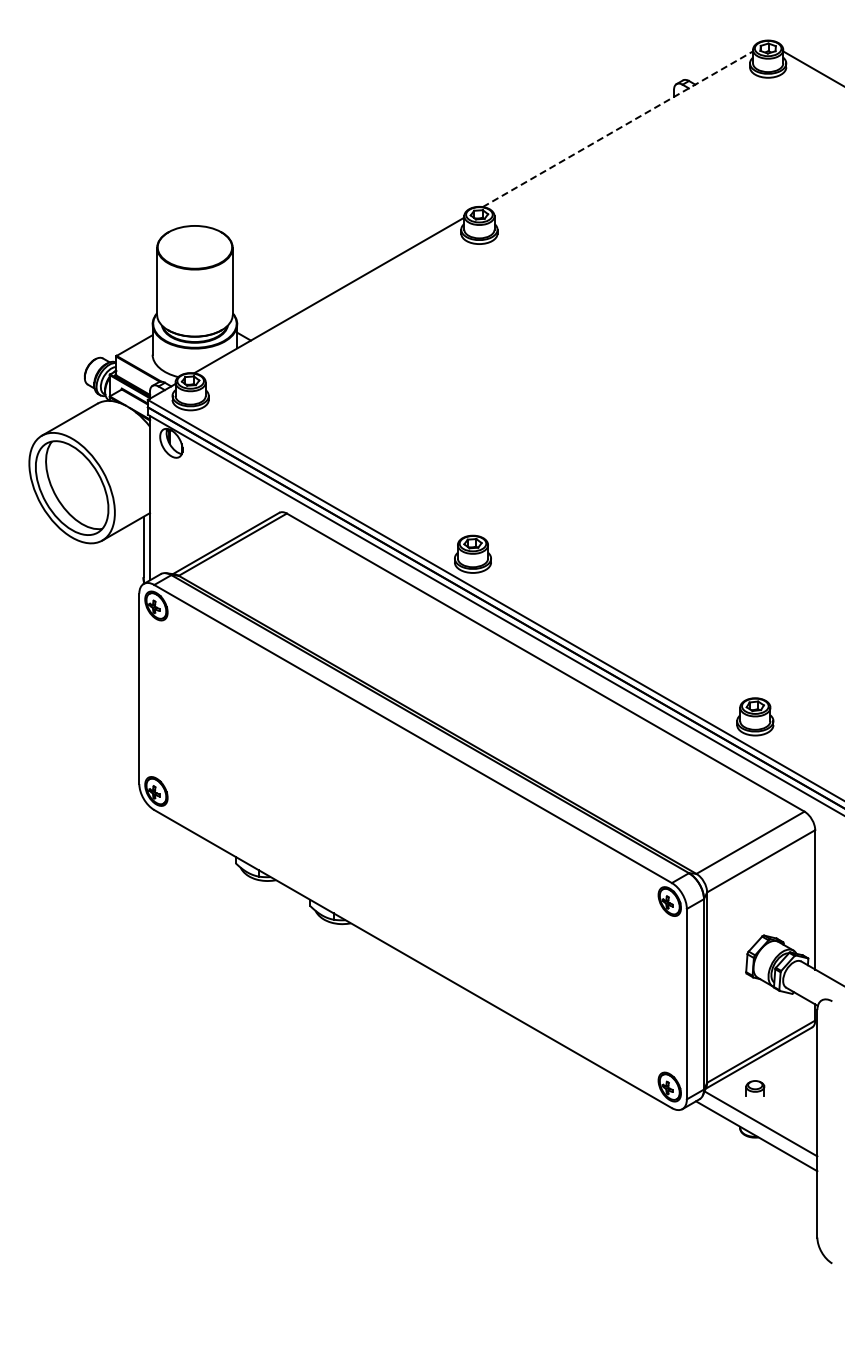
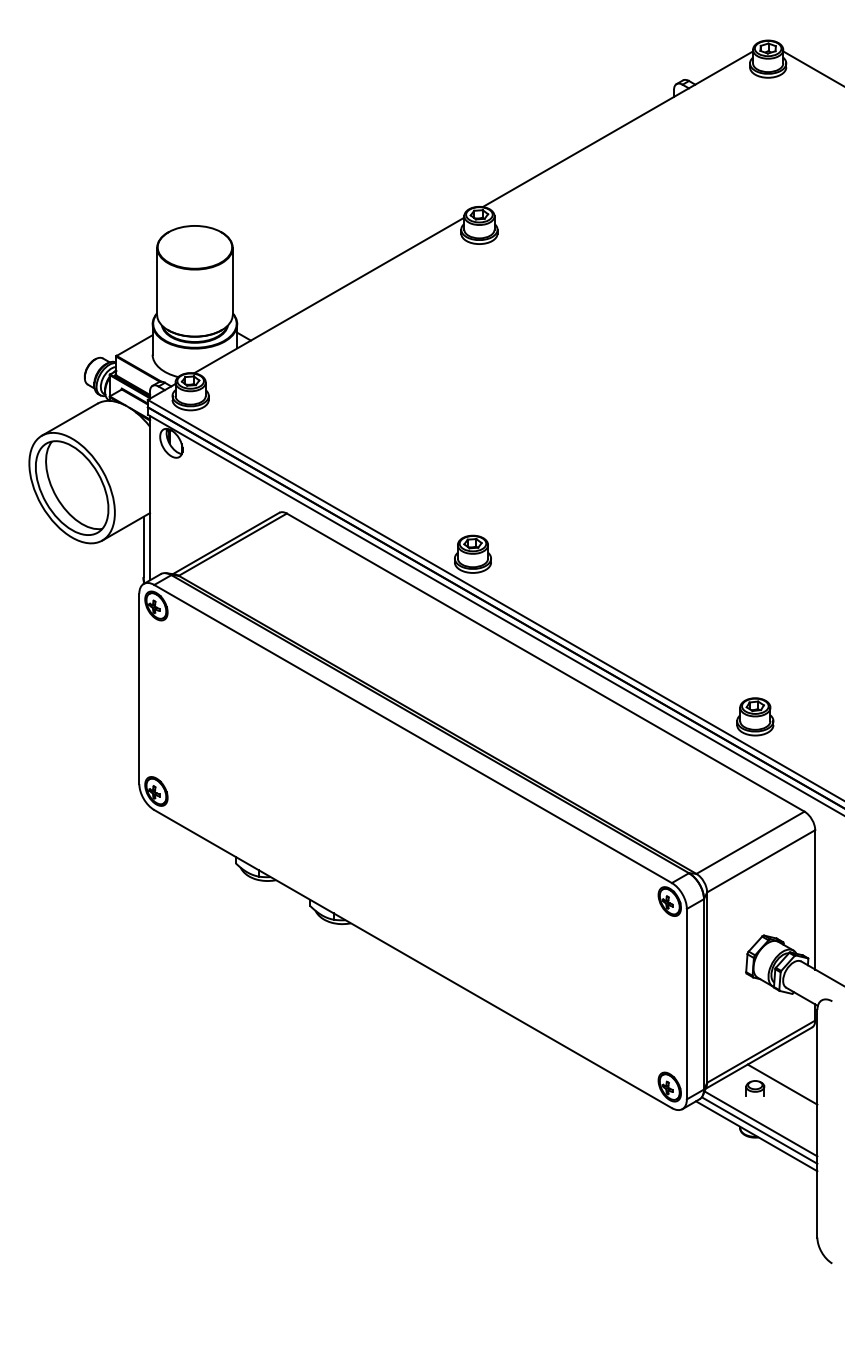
line at (617, 129): dashed -> solid
line at (782, 1084): none -> present
line at (759, 1130): none -> present
